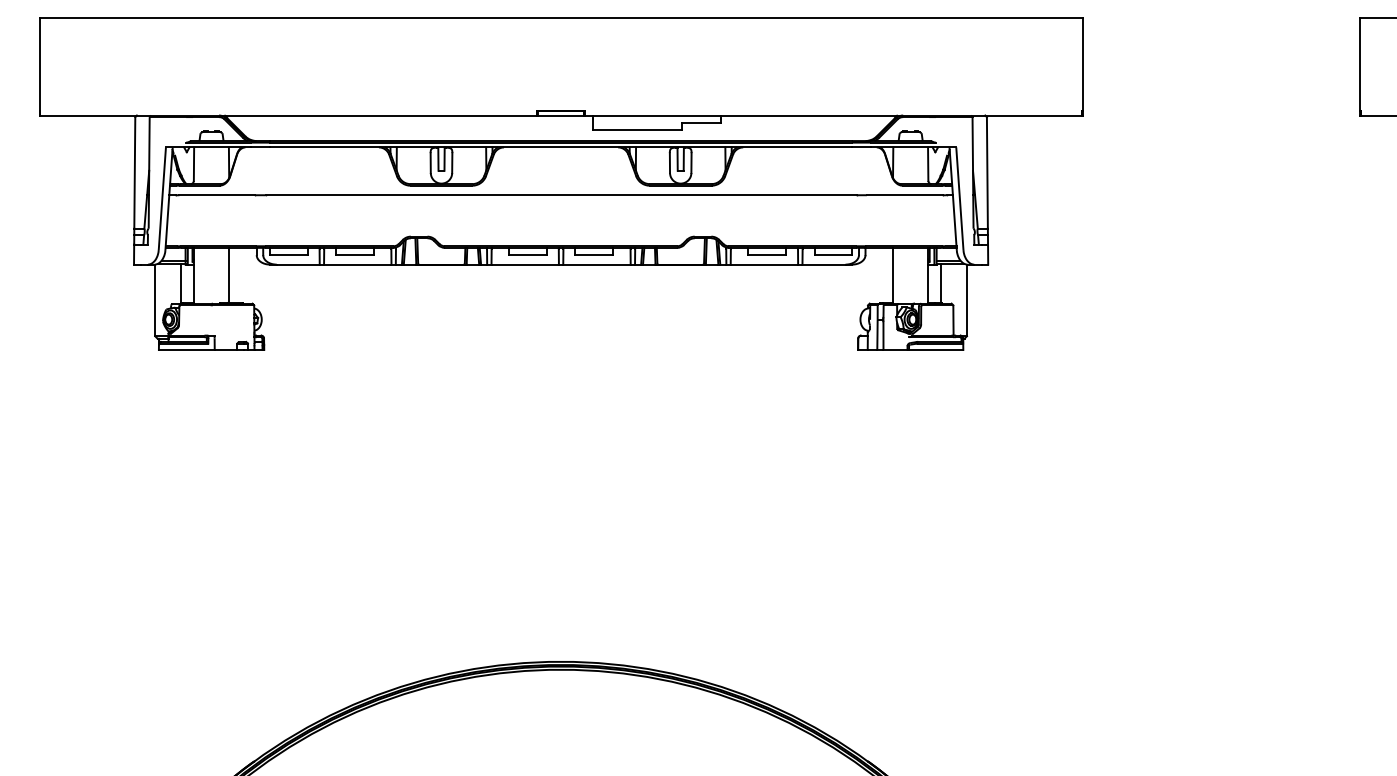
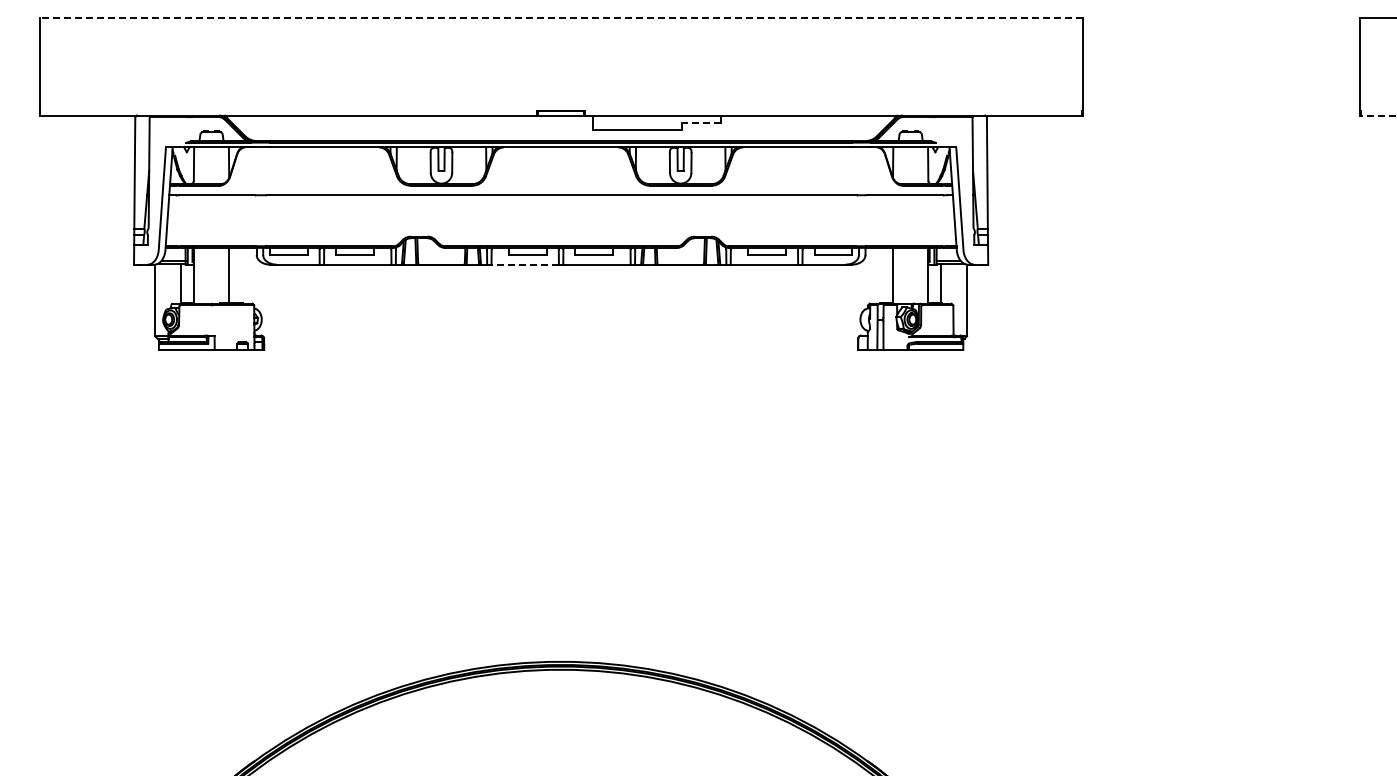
line at (560, 18): solid -> dashed
line at (1378, 115): solid -> dashed
line at (700, 123): solid -> dashed
line at (525, 264): solid -> dashed
